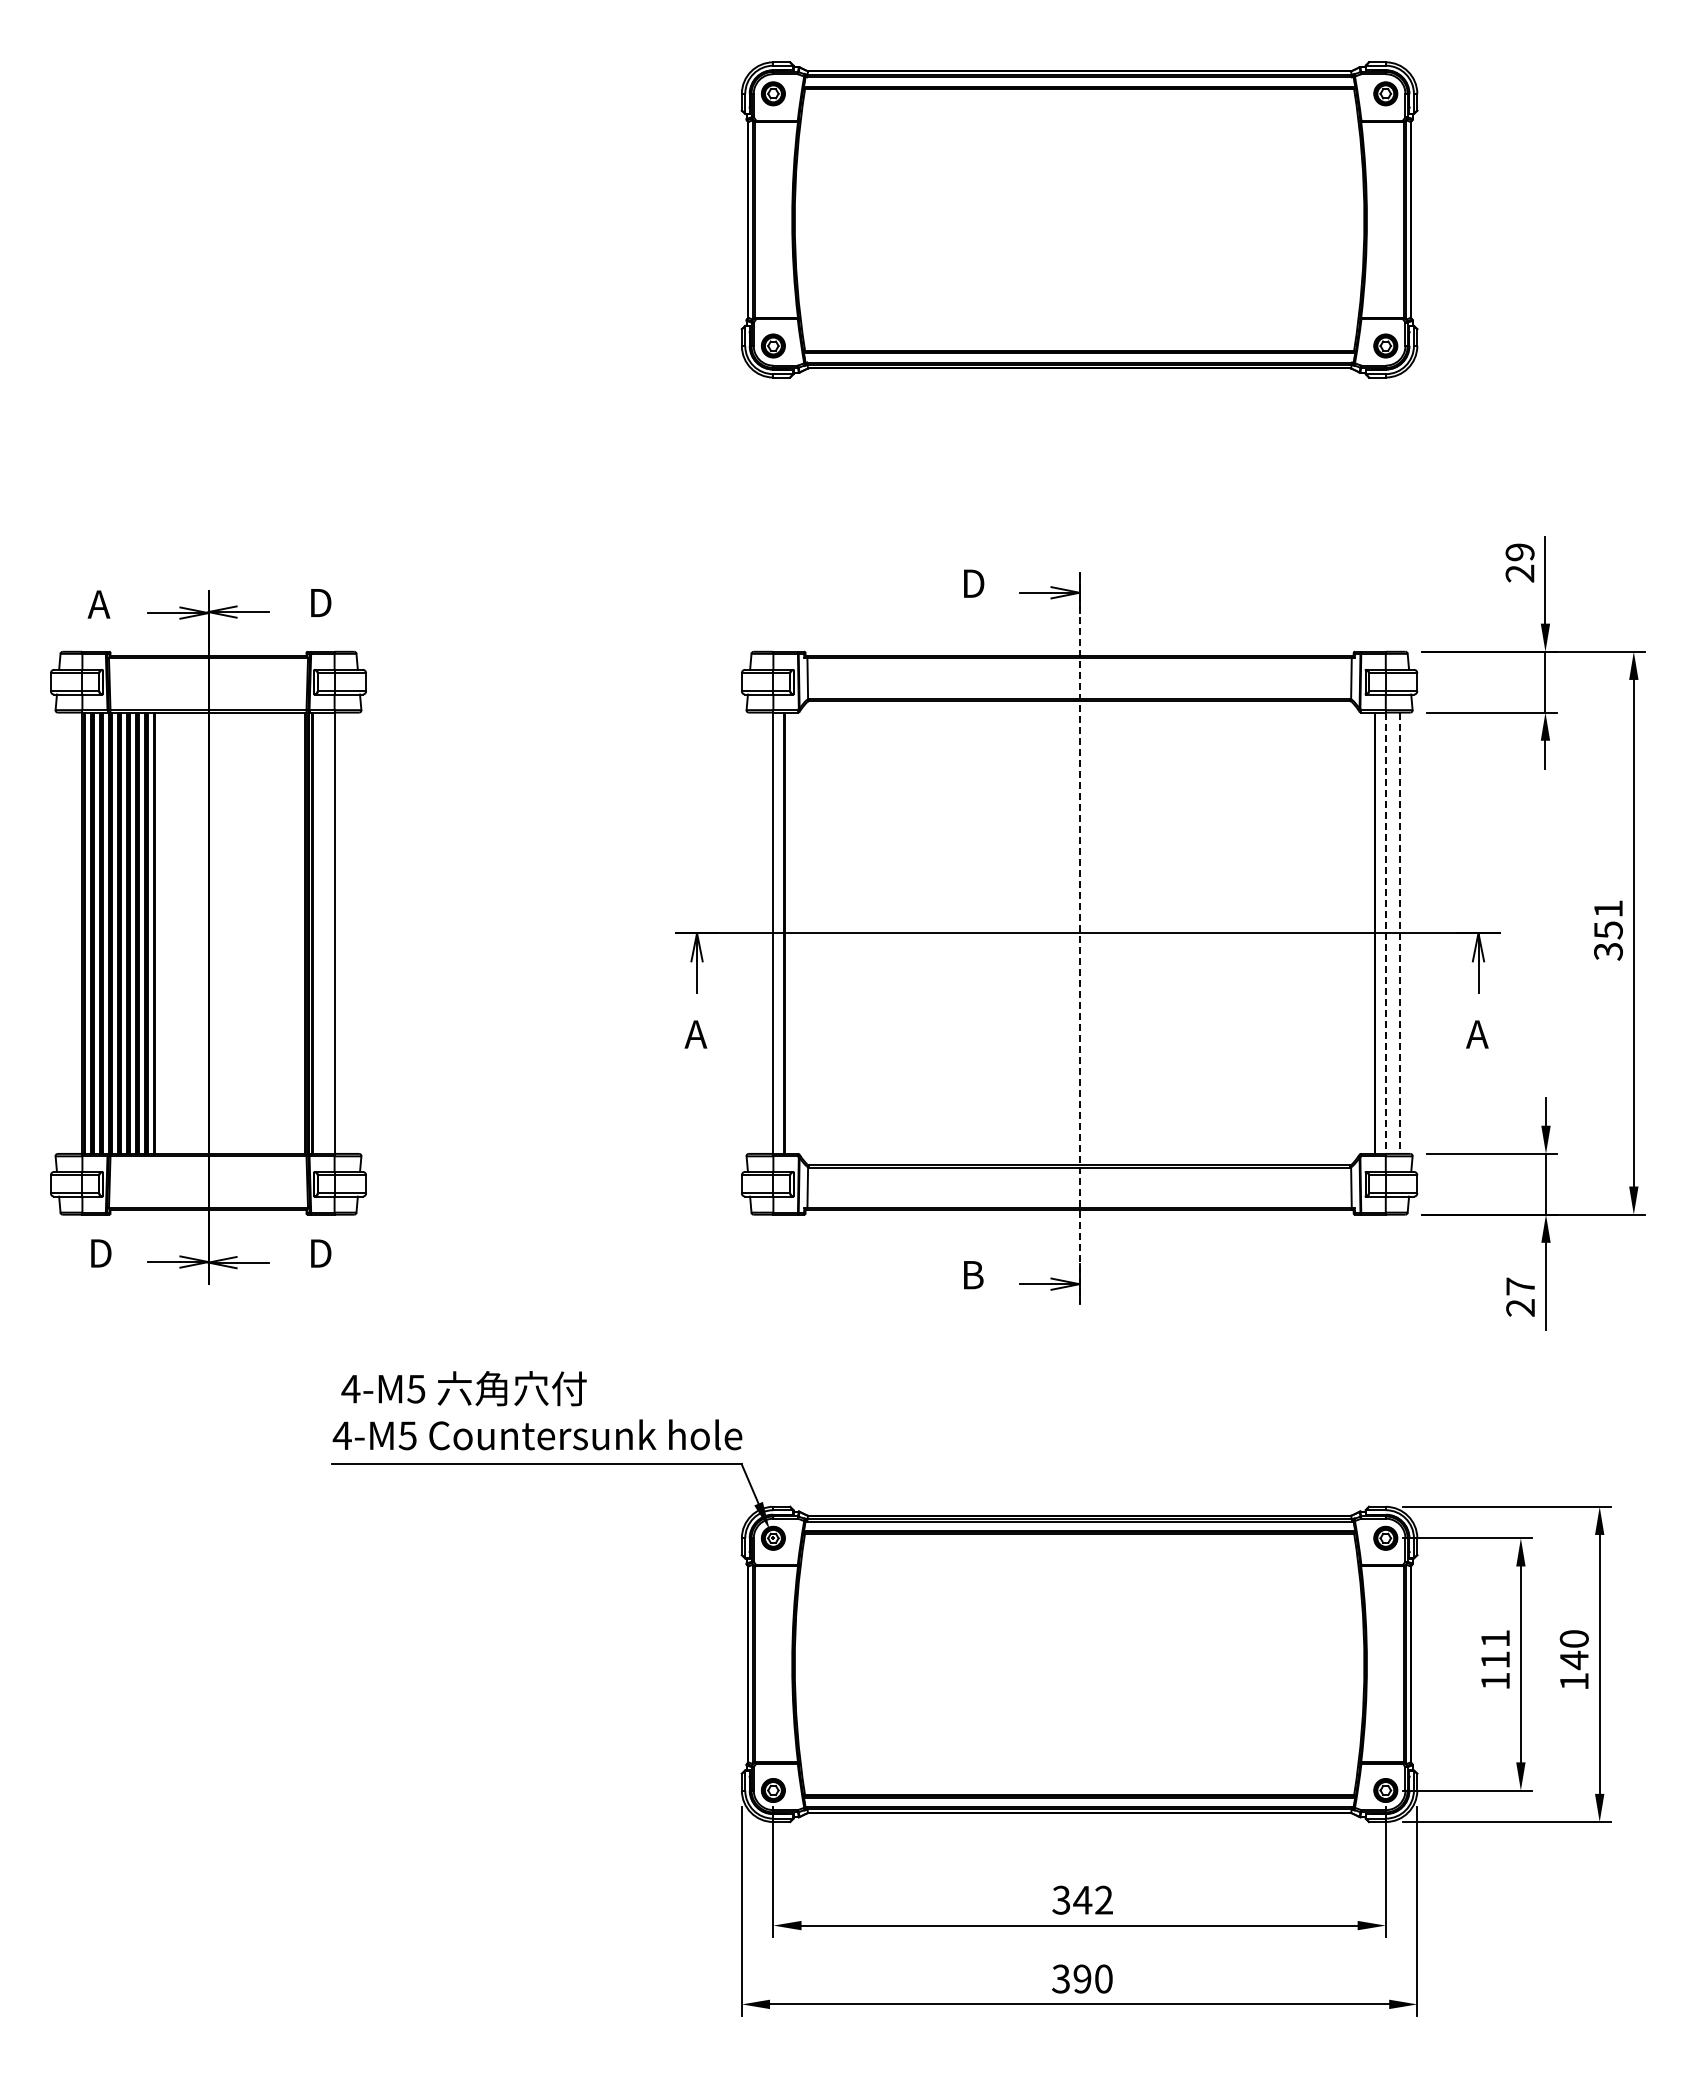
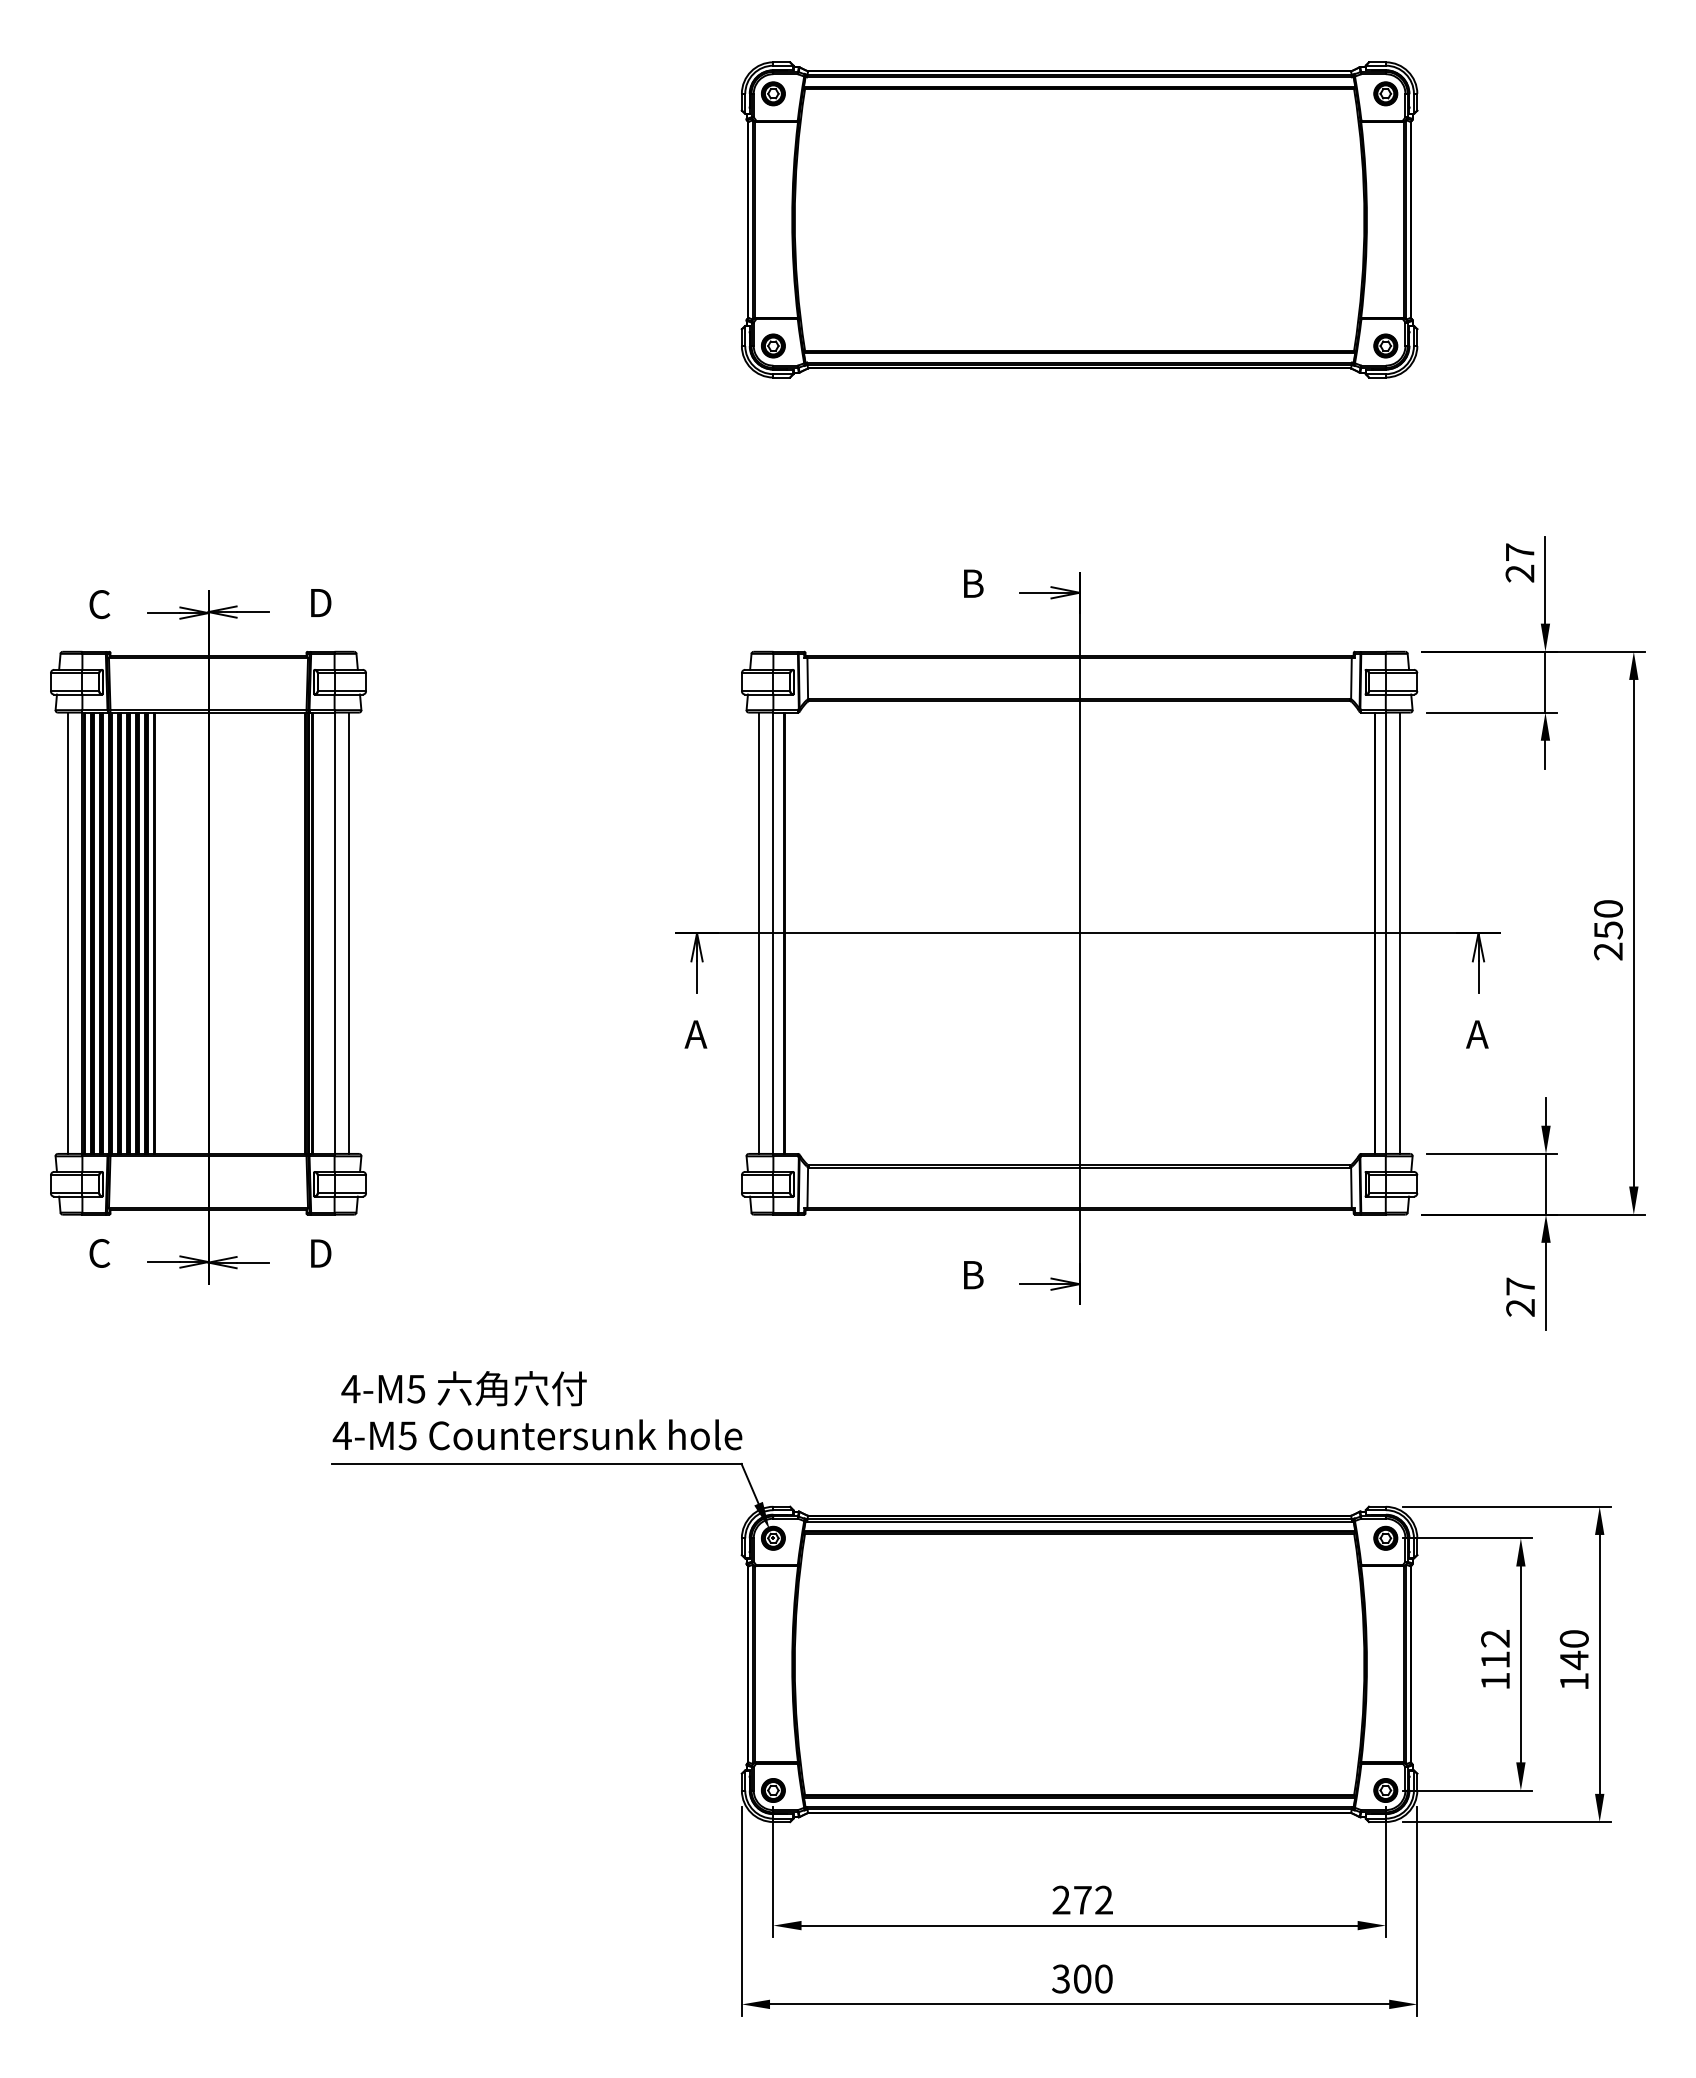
text at (1519, 552): 29 -> 27
text at (975, 583): D -> B
text at (98, 604): A -> C
text at (1608, 930): 351 -> 250
line at (67, 932): none -> present
line at (349, 932): none -> present
line at (758, 932): none -> present
line at (1385, 933): dashed -> solid
line at (1400, 933): dashed -> solid
line at (1079, 938): dashed -> solid
text at (100, 1253): D -> C
text at (1495, 1638): 111 -> 112
text at (1072, 1900): 342 -> 272
text at (1082, 1978): 390 -> 300
